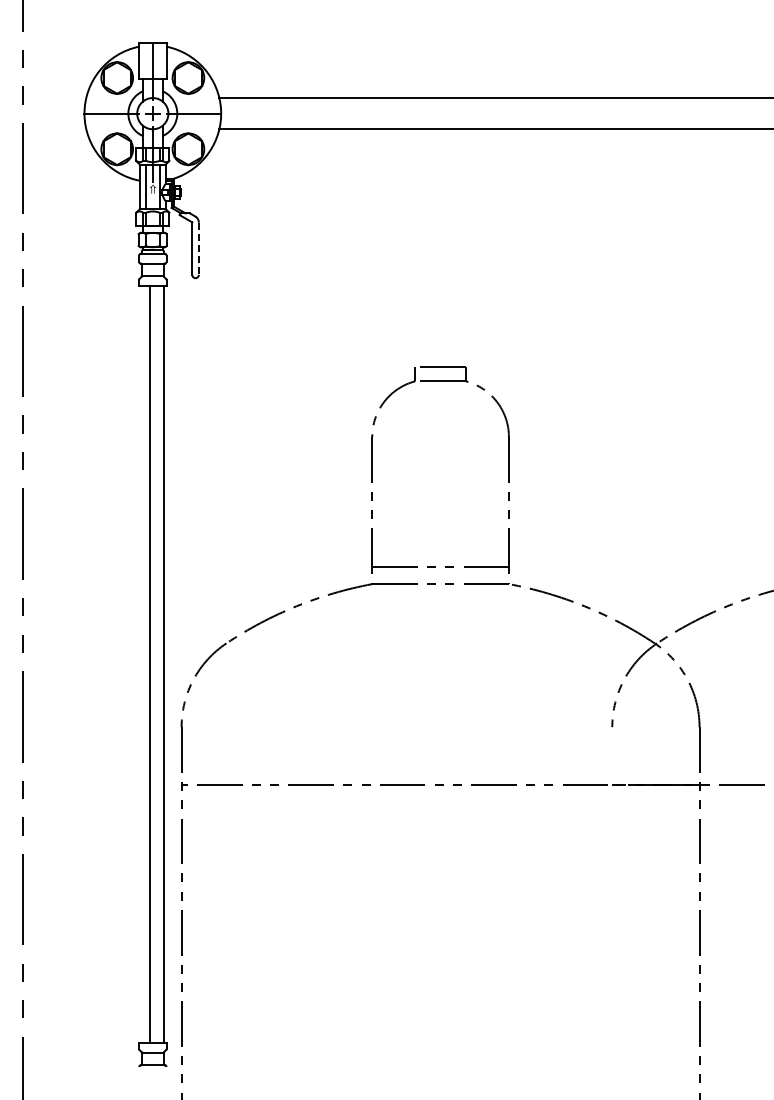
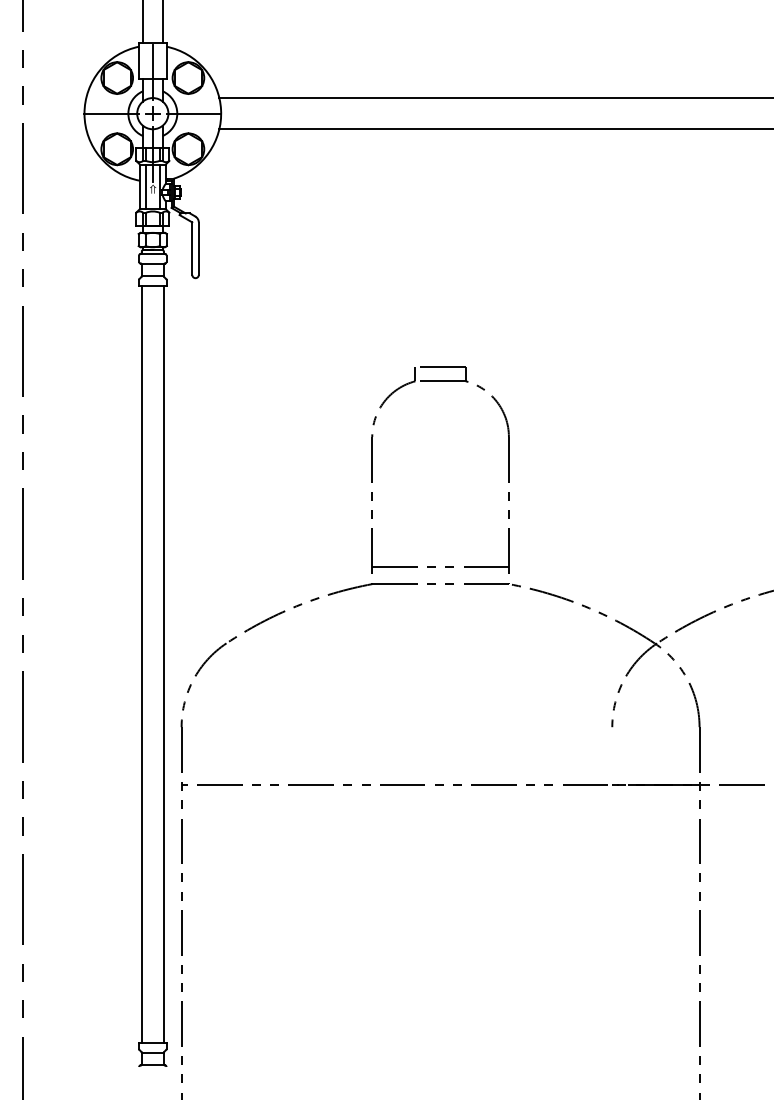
line at (142, 23): none -> present
line at (162, 23): none -> present
line at (198, 249): dashed -> solid
line at (149, 664) position: (149, 664) -> (141, 664)
